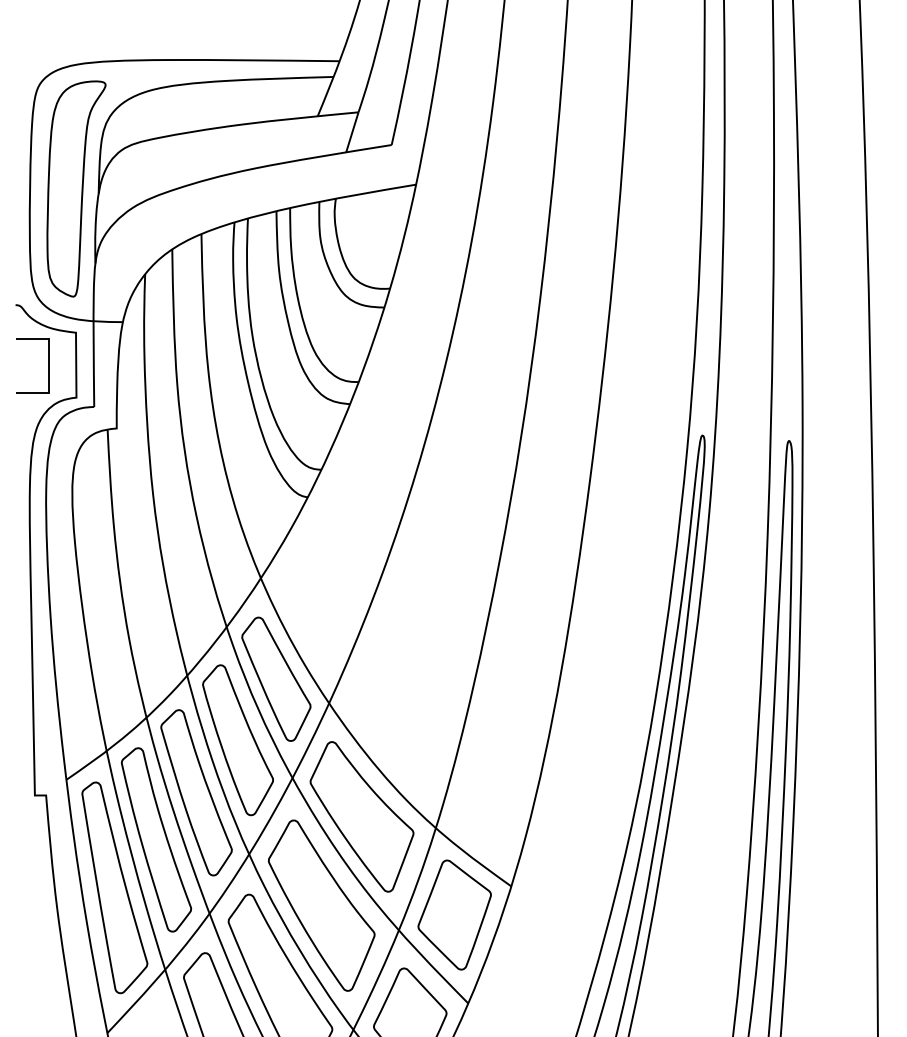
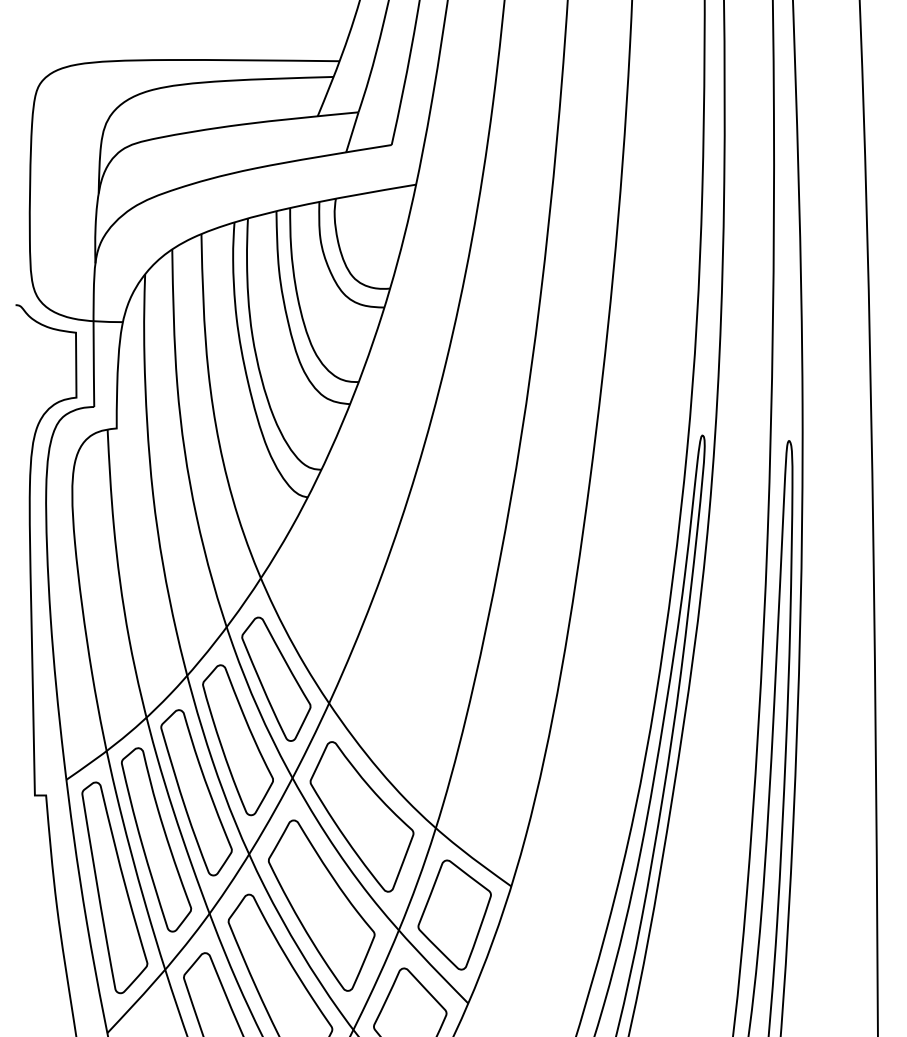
part at (76, 188): present -> none
curve at (48, 365): present -> none
